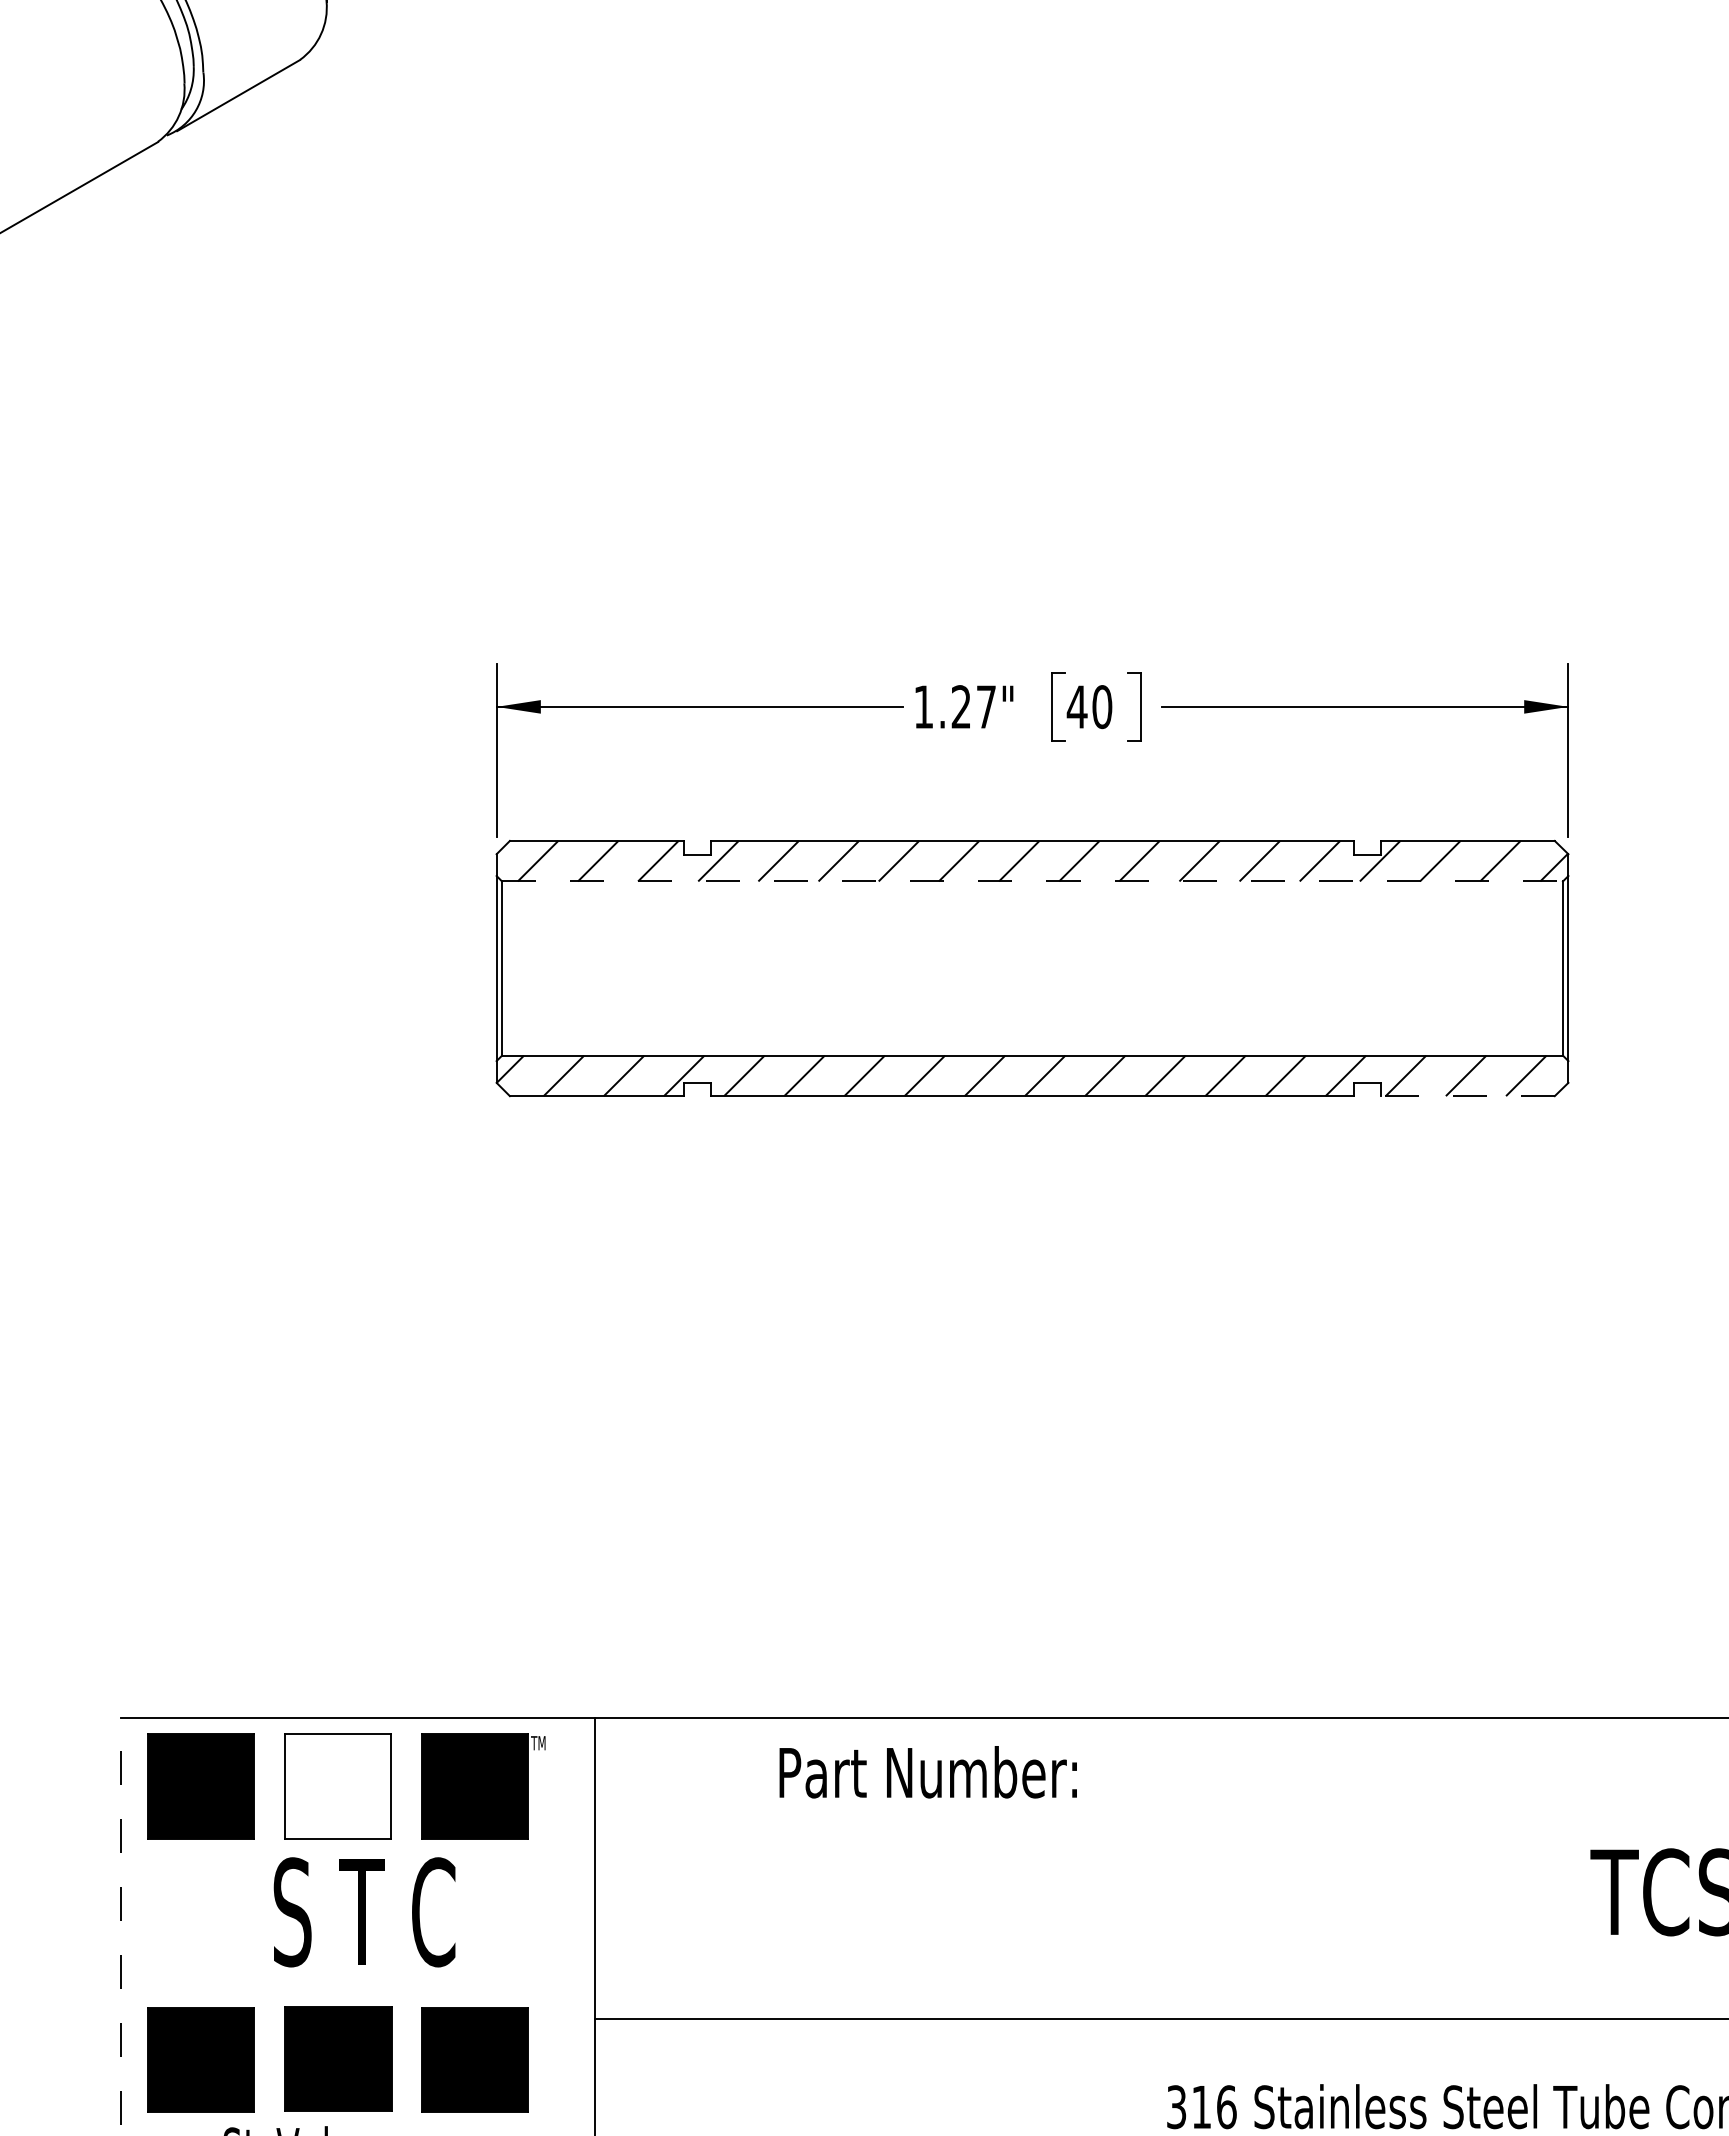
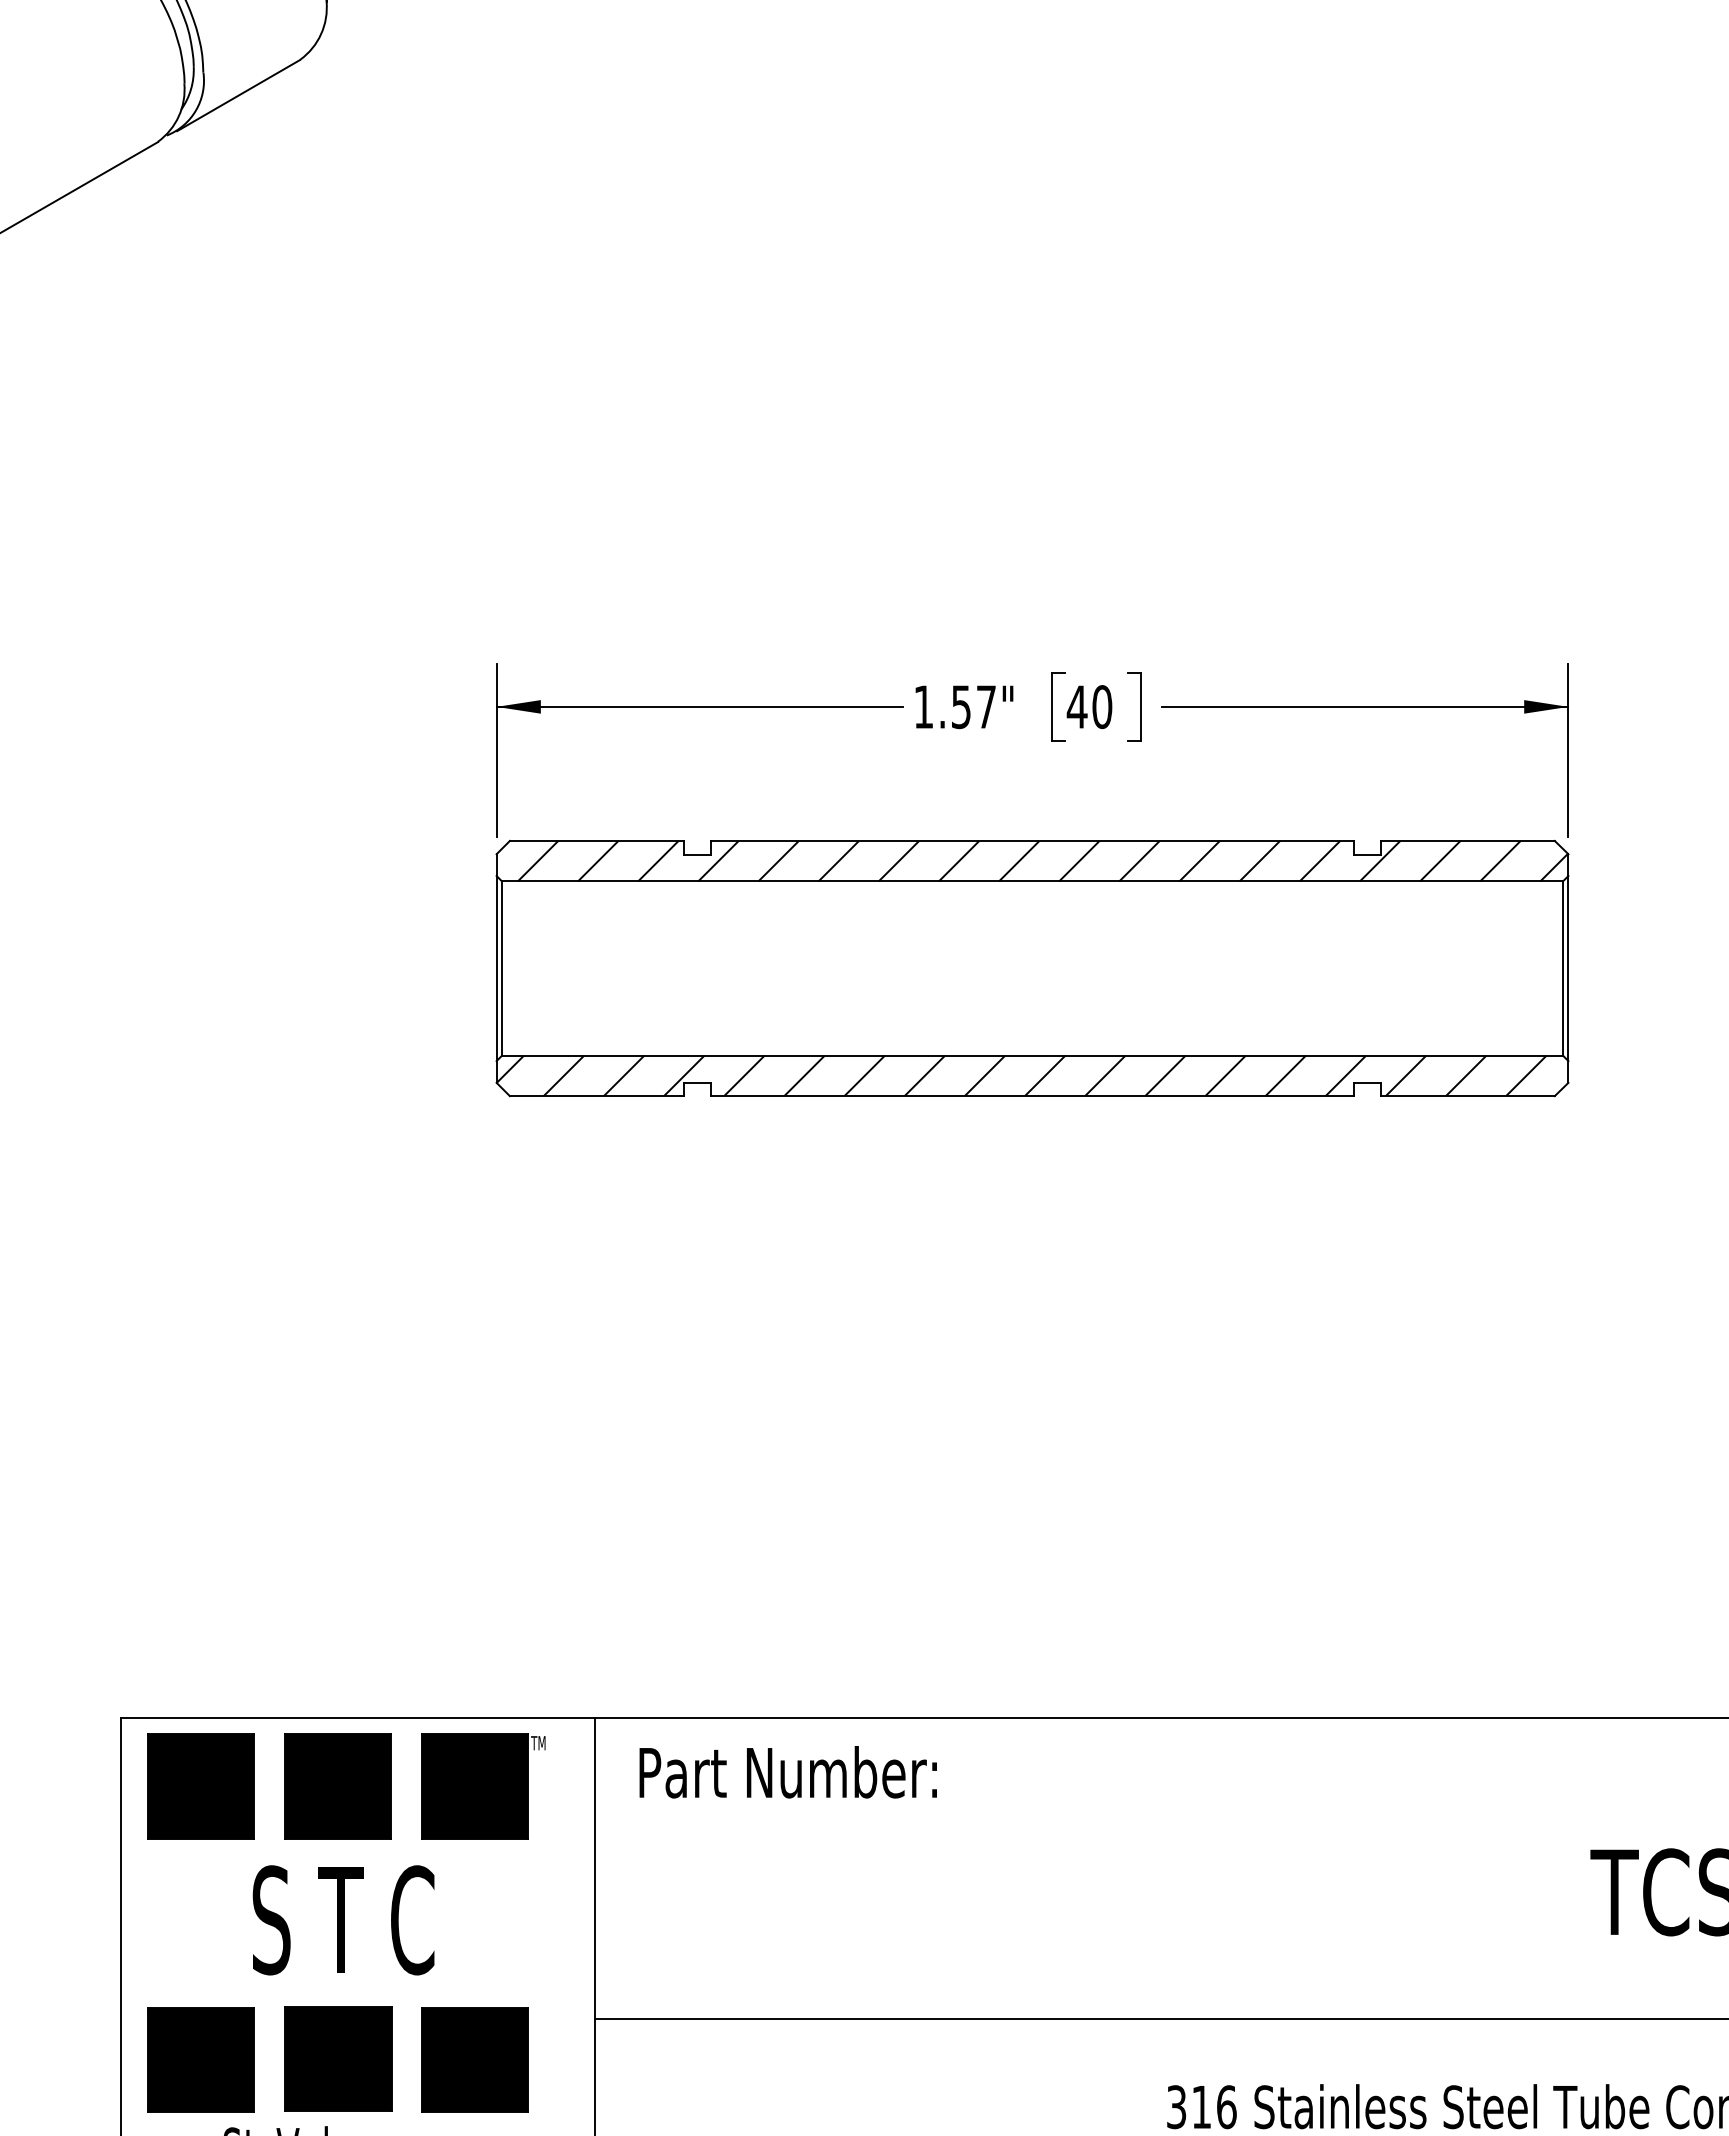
text at (960, 707): 1.27" -> 1.57"
line at (1033, 881): dashed -> solid
line at (1467, 1096): dashed -> solid
text at (927, 1772) position: (927, 1772) -> (787, 1772)
fill at (337, 1786): none -> present
text at (364, 1912) position: (364, 1912) -> (343, 1920)
line at (120, 1926): dashed -> solid
